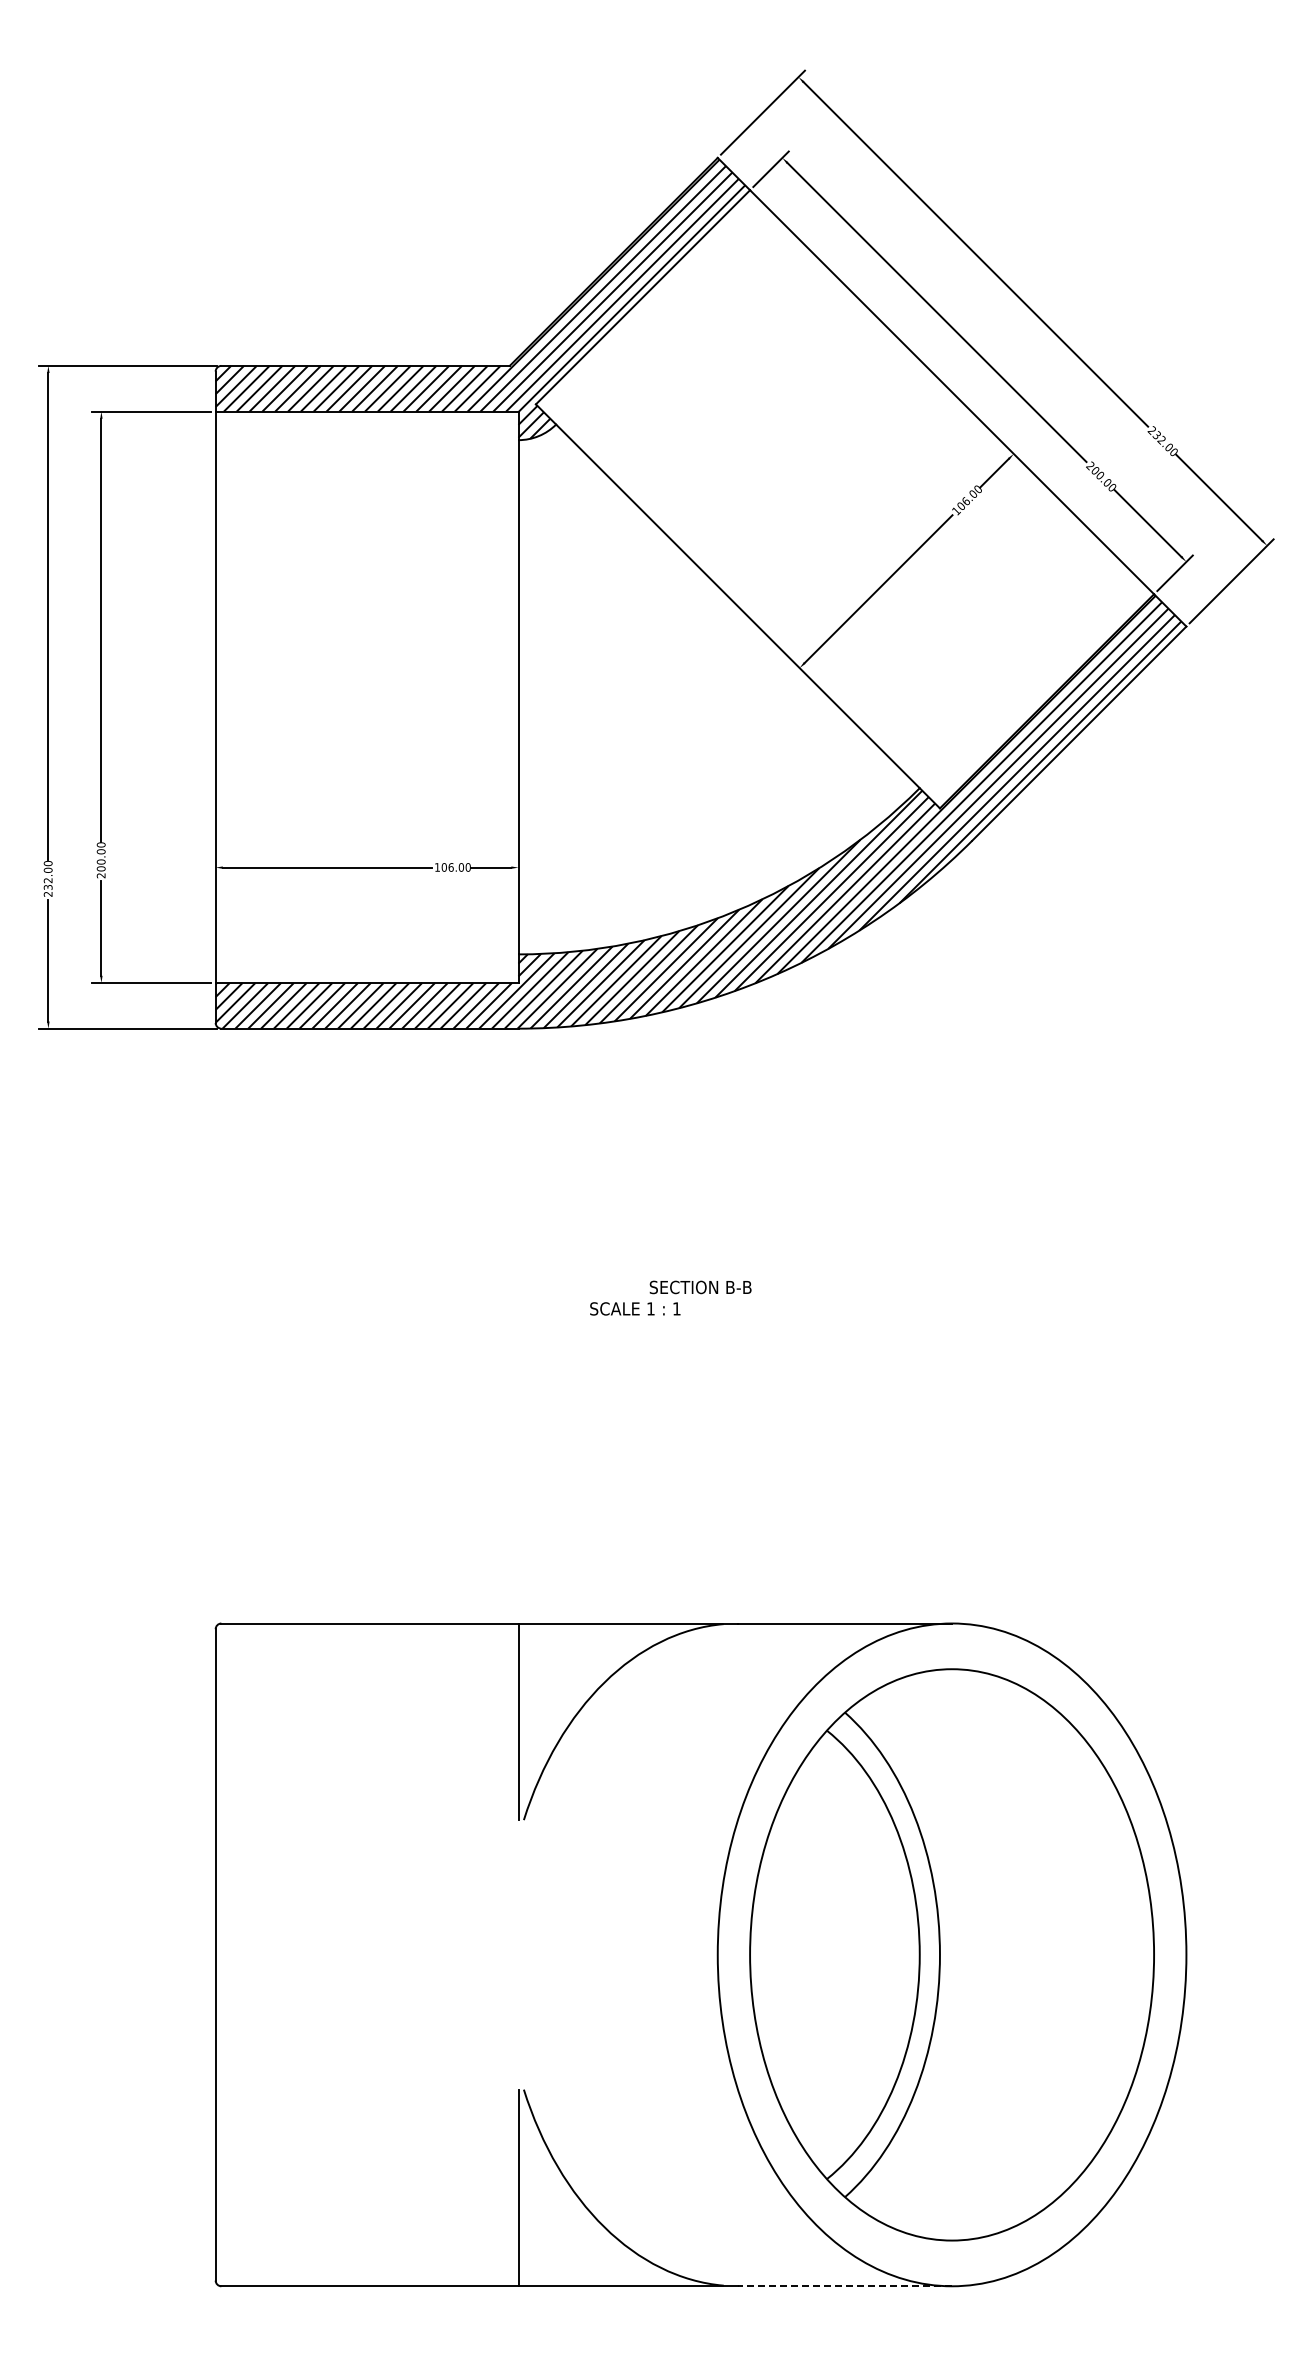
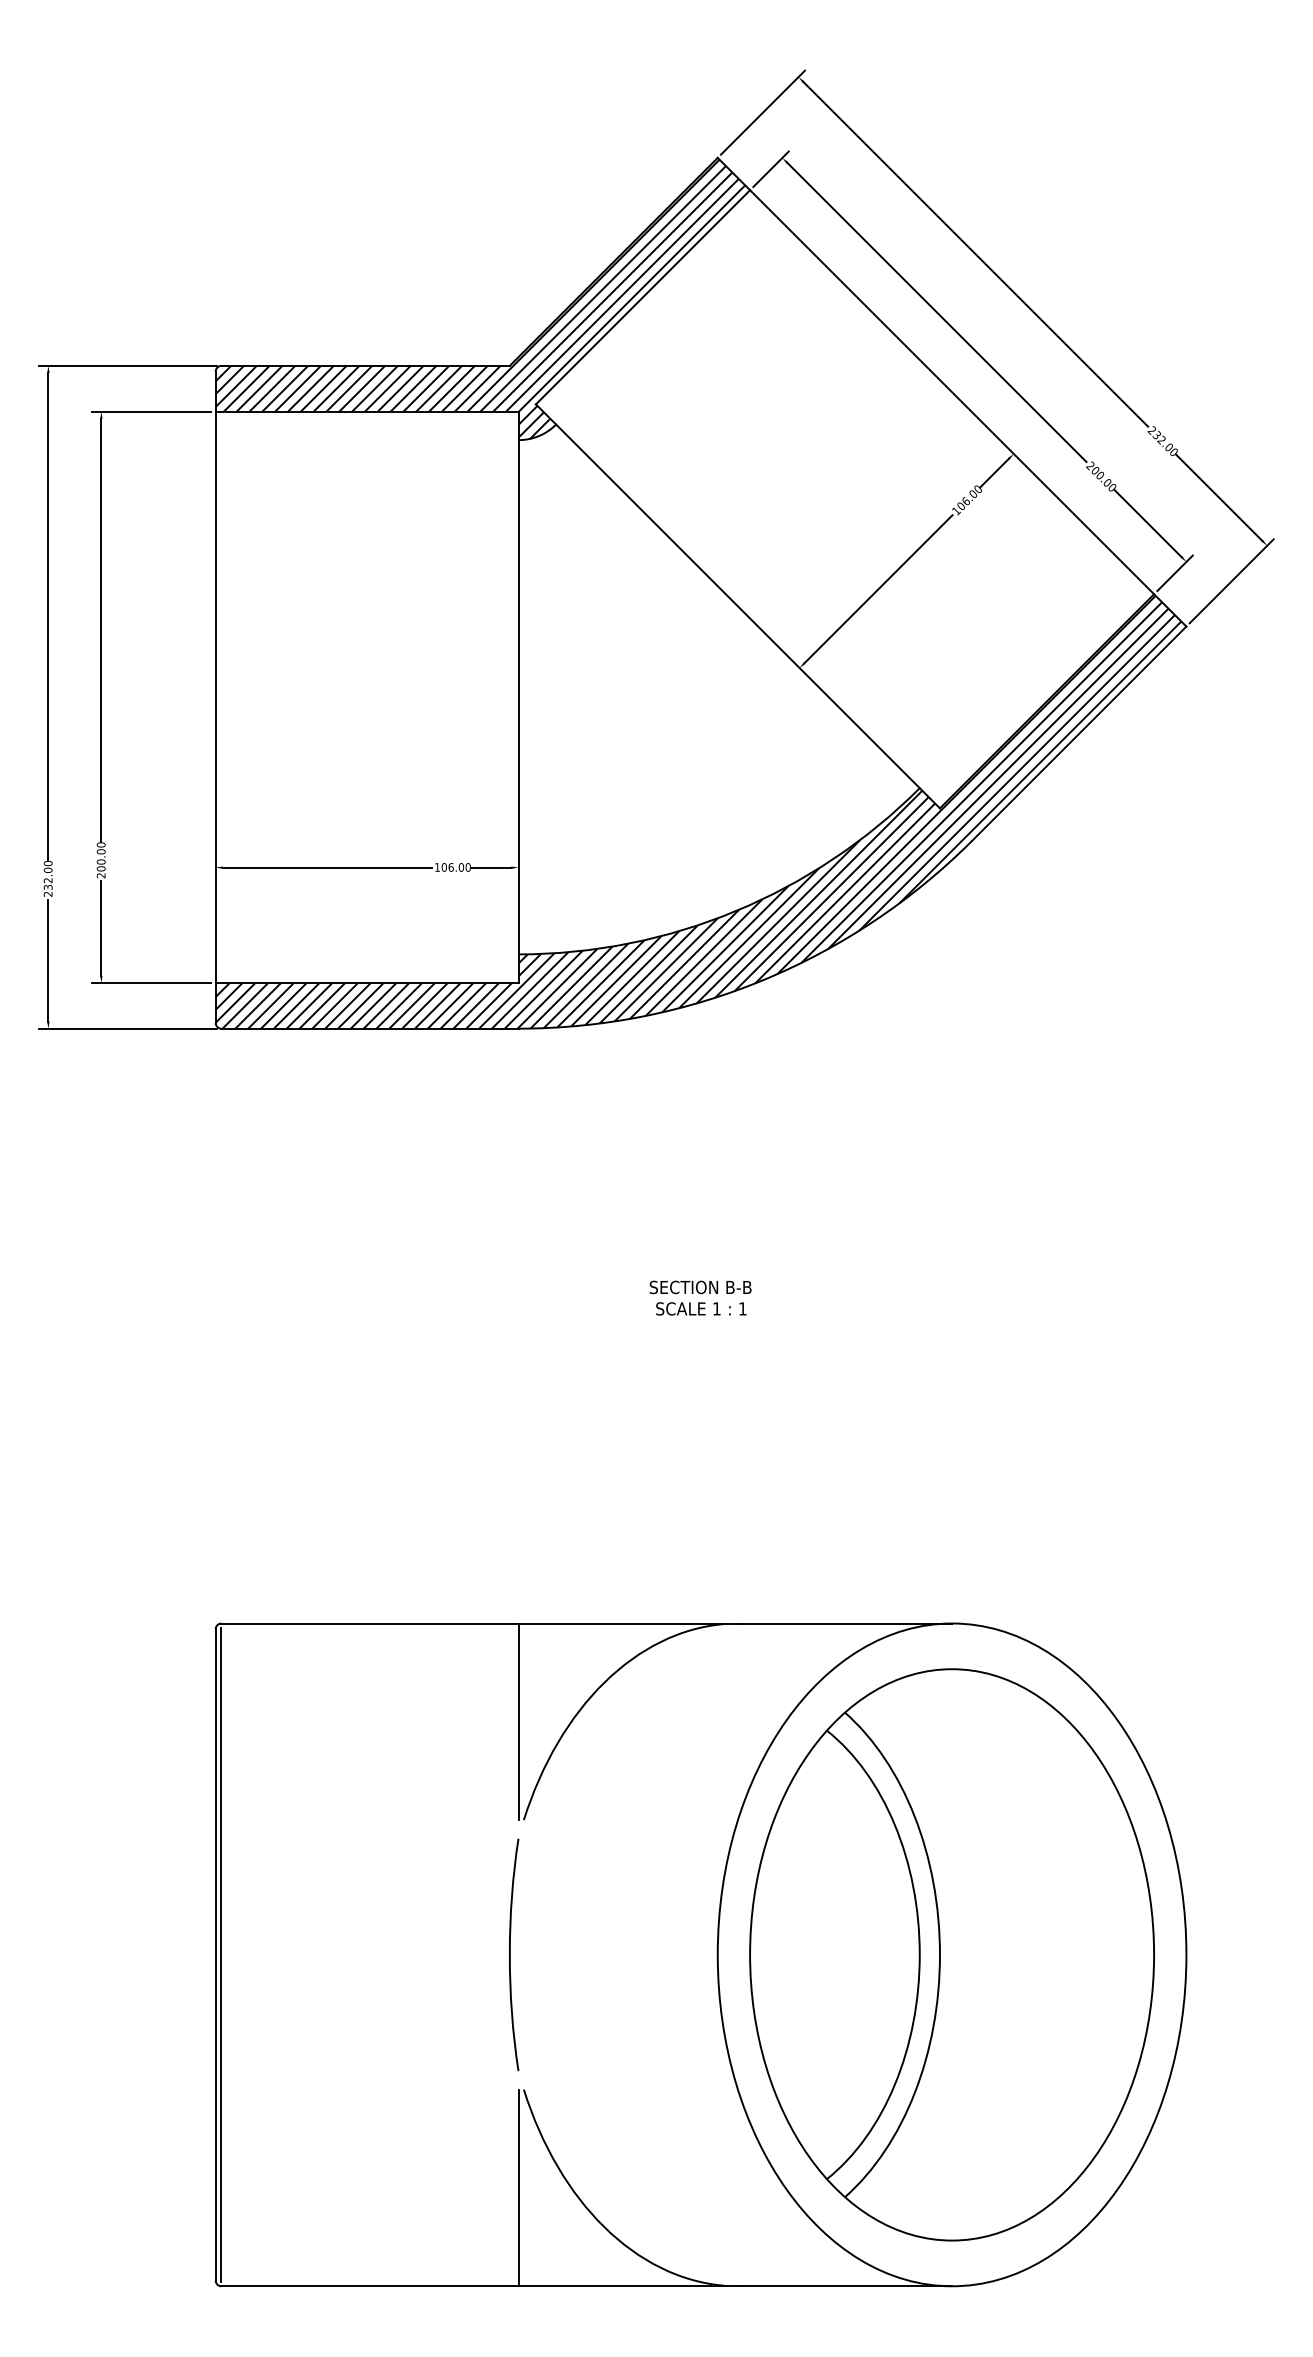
text at (635, 1308) position: (635, 1308) -> (701, 1308)
line at (221, 1954): none -> present
curve at (510, 1954): none -> present
line at (844, 2286): dashed -> solid
